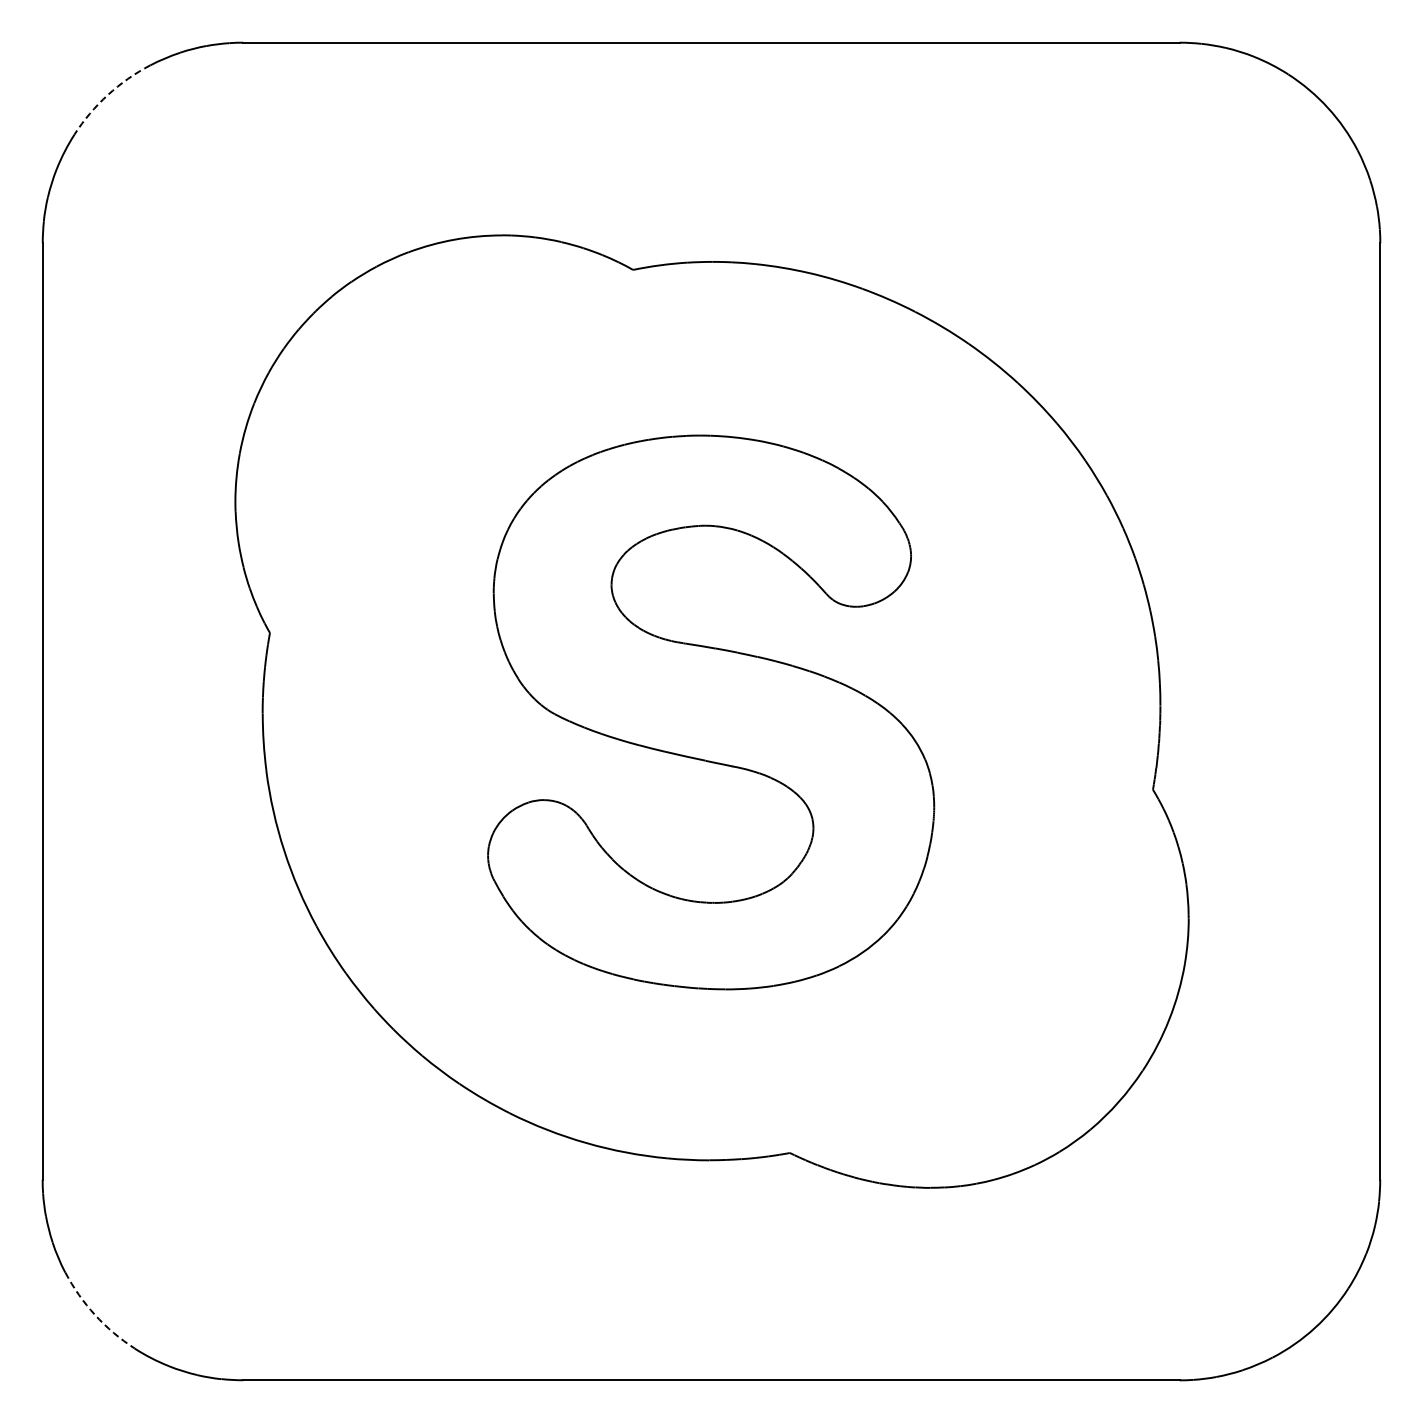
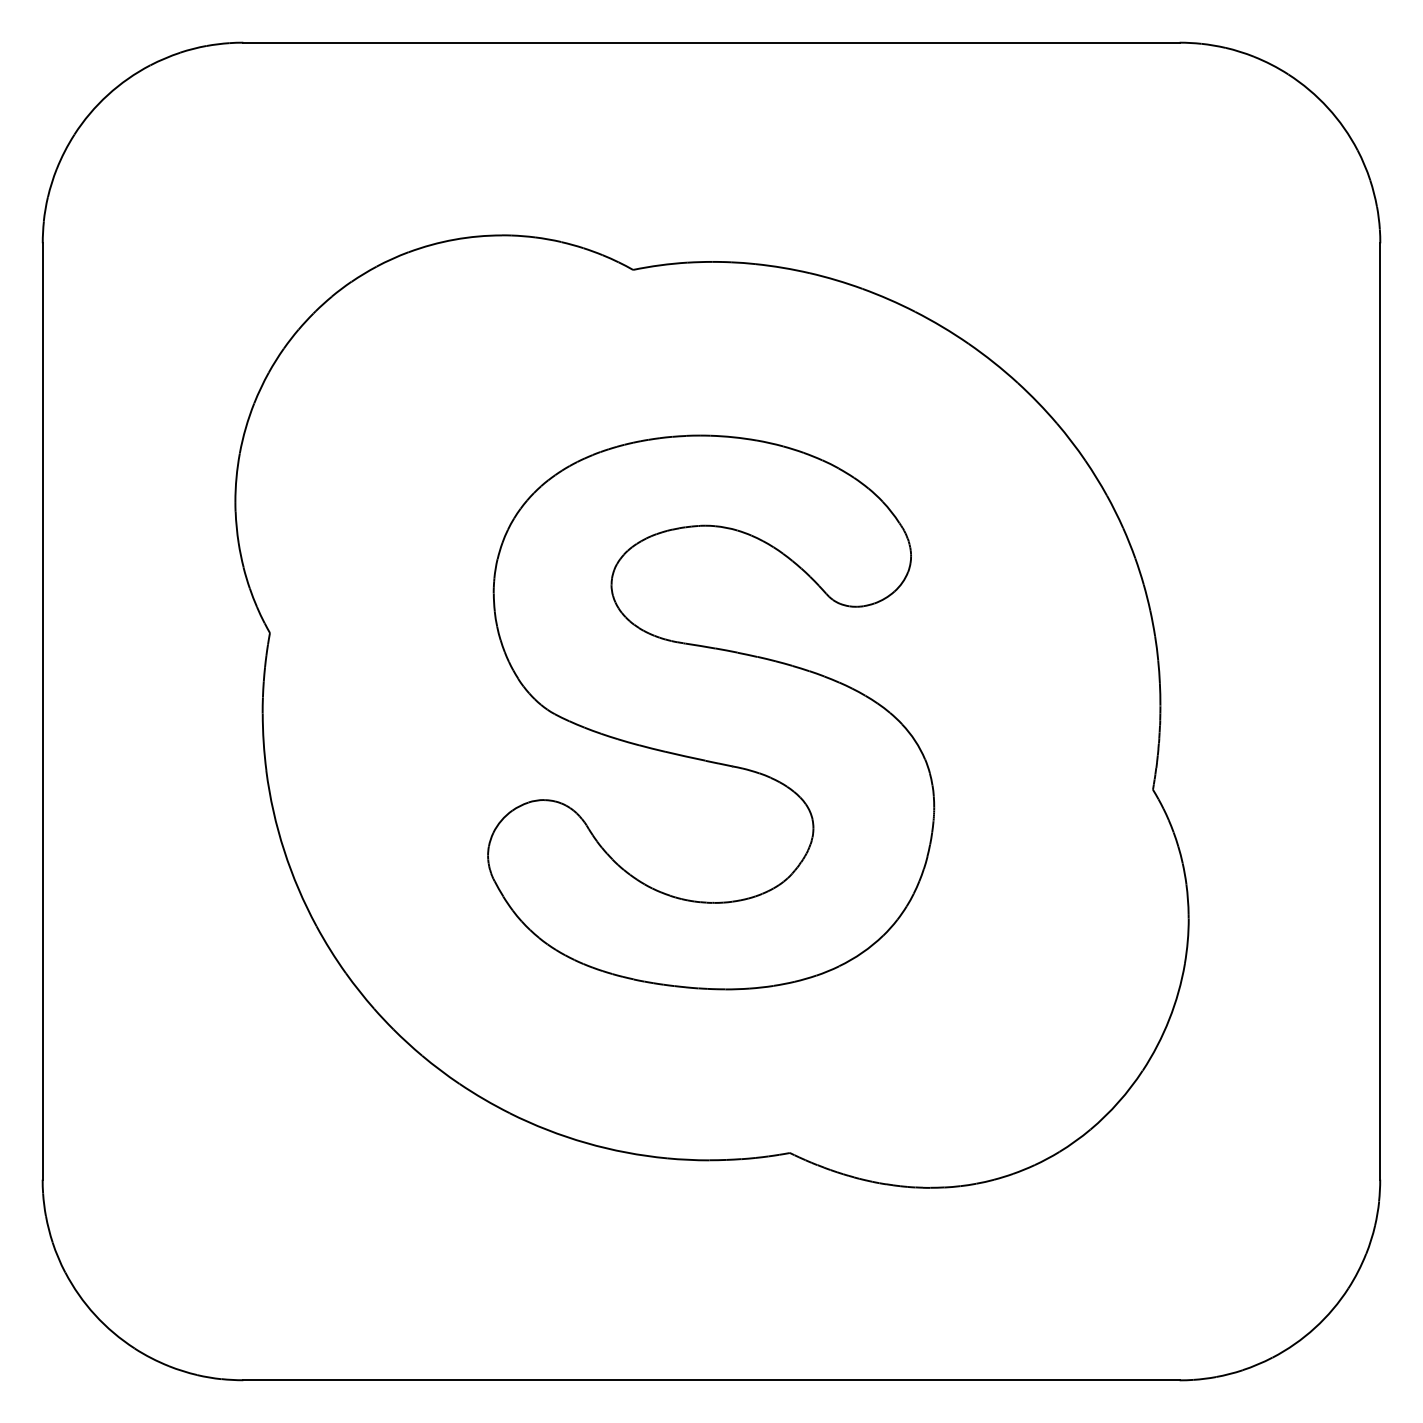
arc at (107, 95): dashed -> solid
arc at (95, 1315): dashed -> solid
